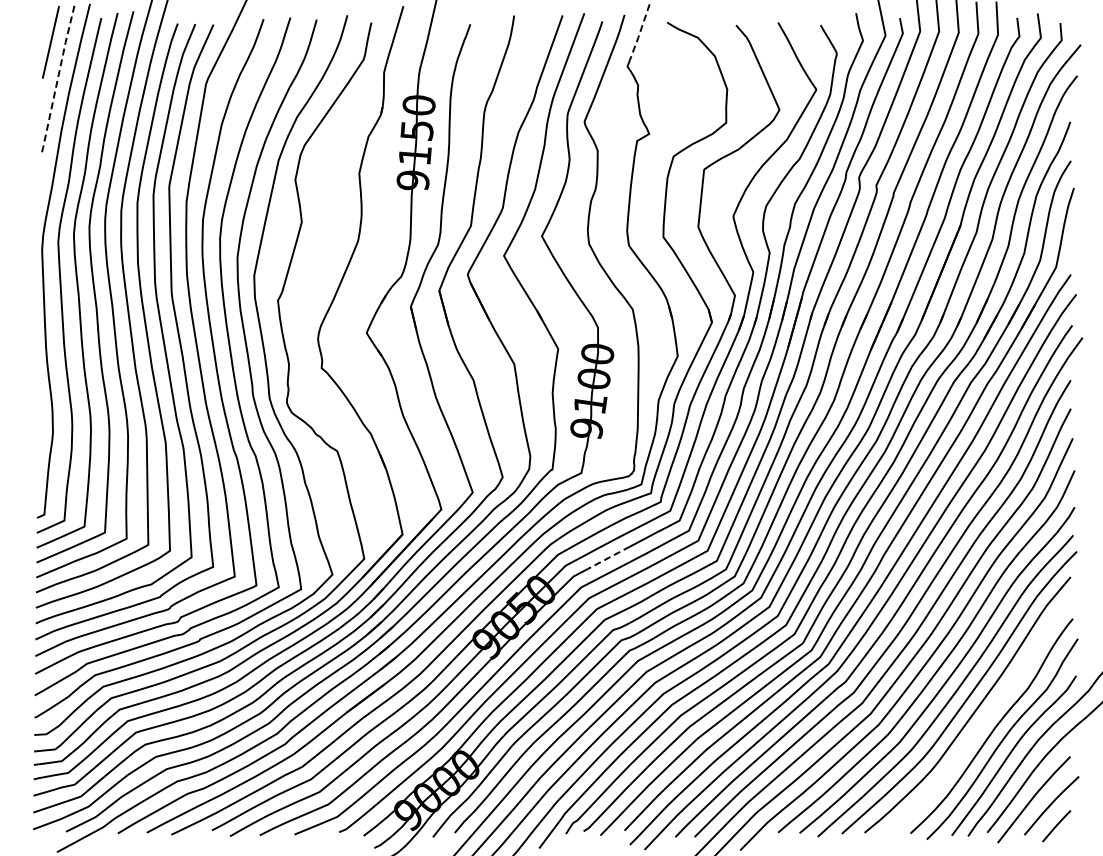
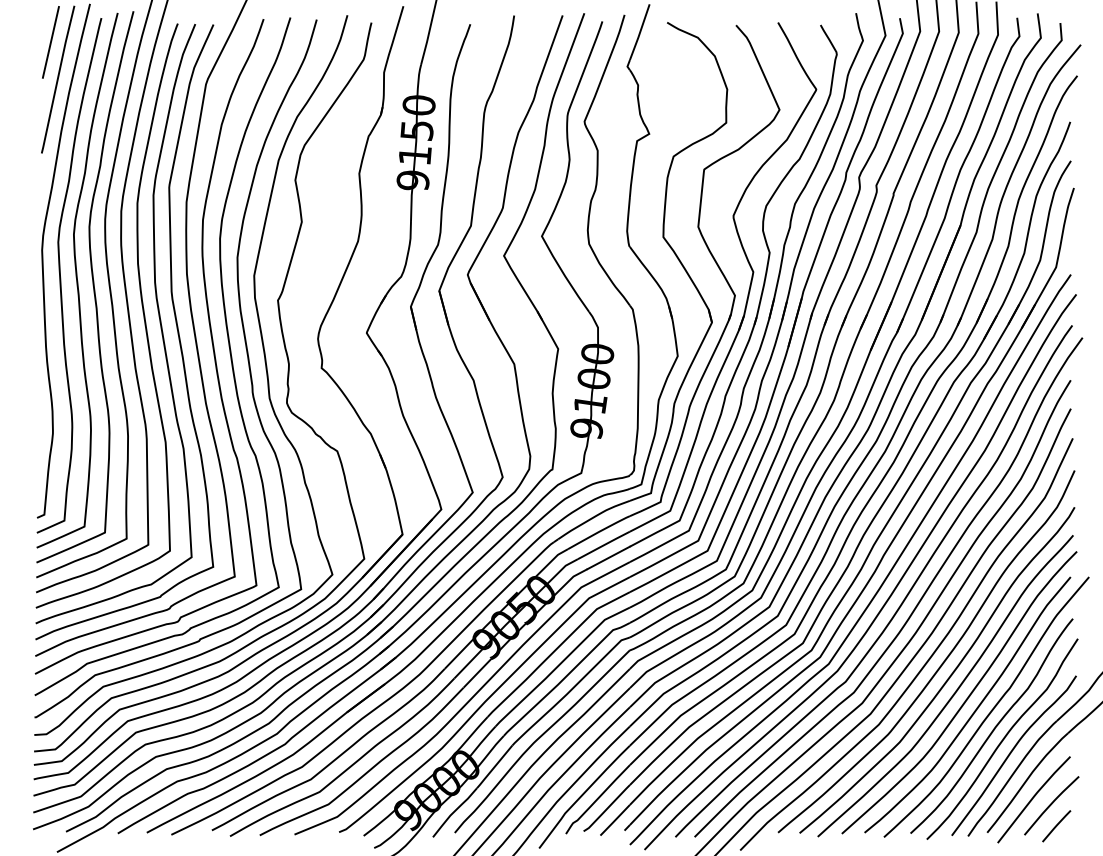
line at (639, 32): dashed -> solid
line at (57, 80): dashed -> solid
line at (608, 557): dashed -> solid
curve at (990, 710): none -> present
